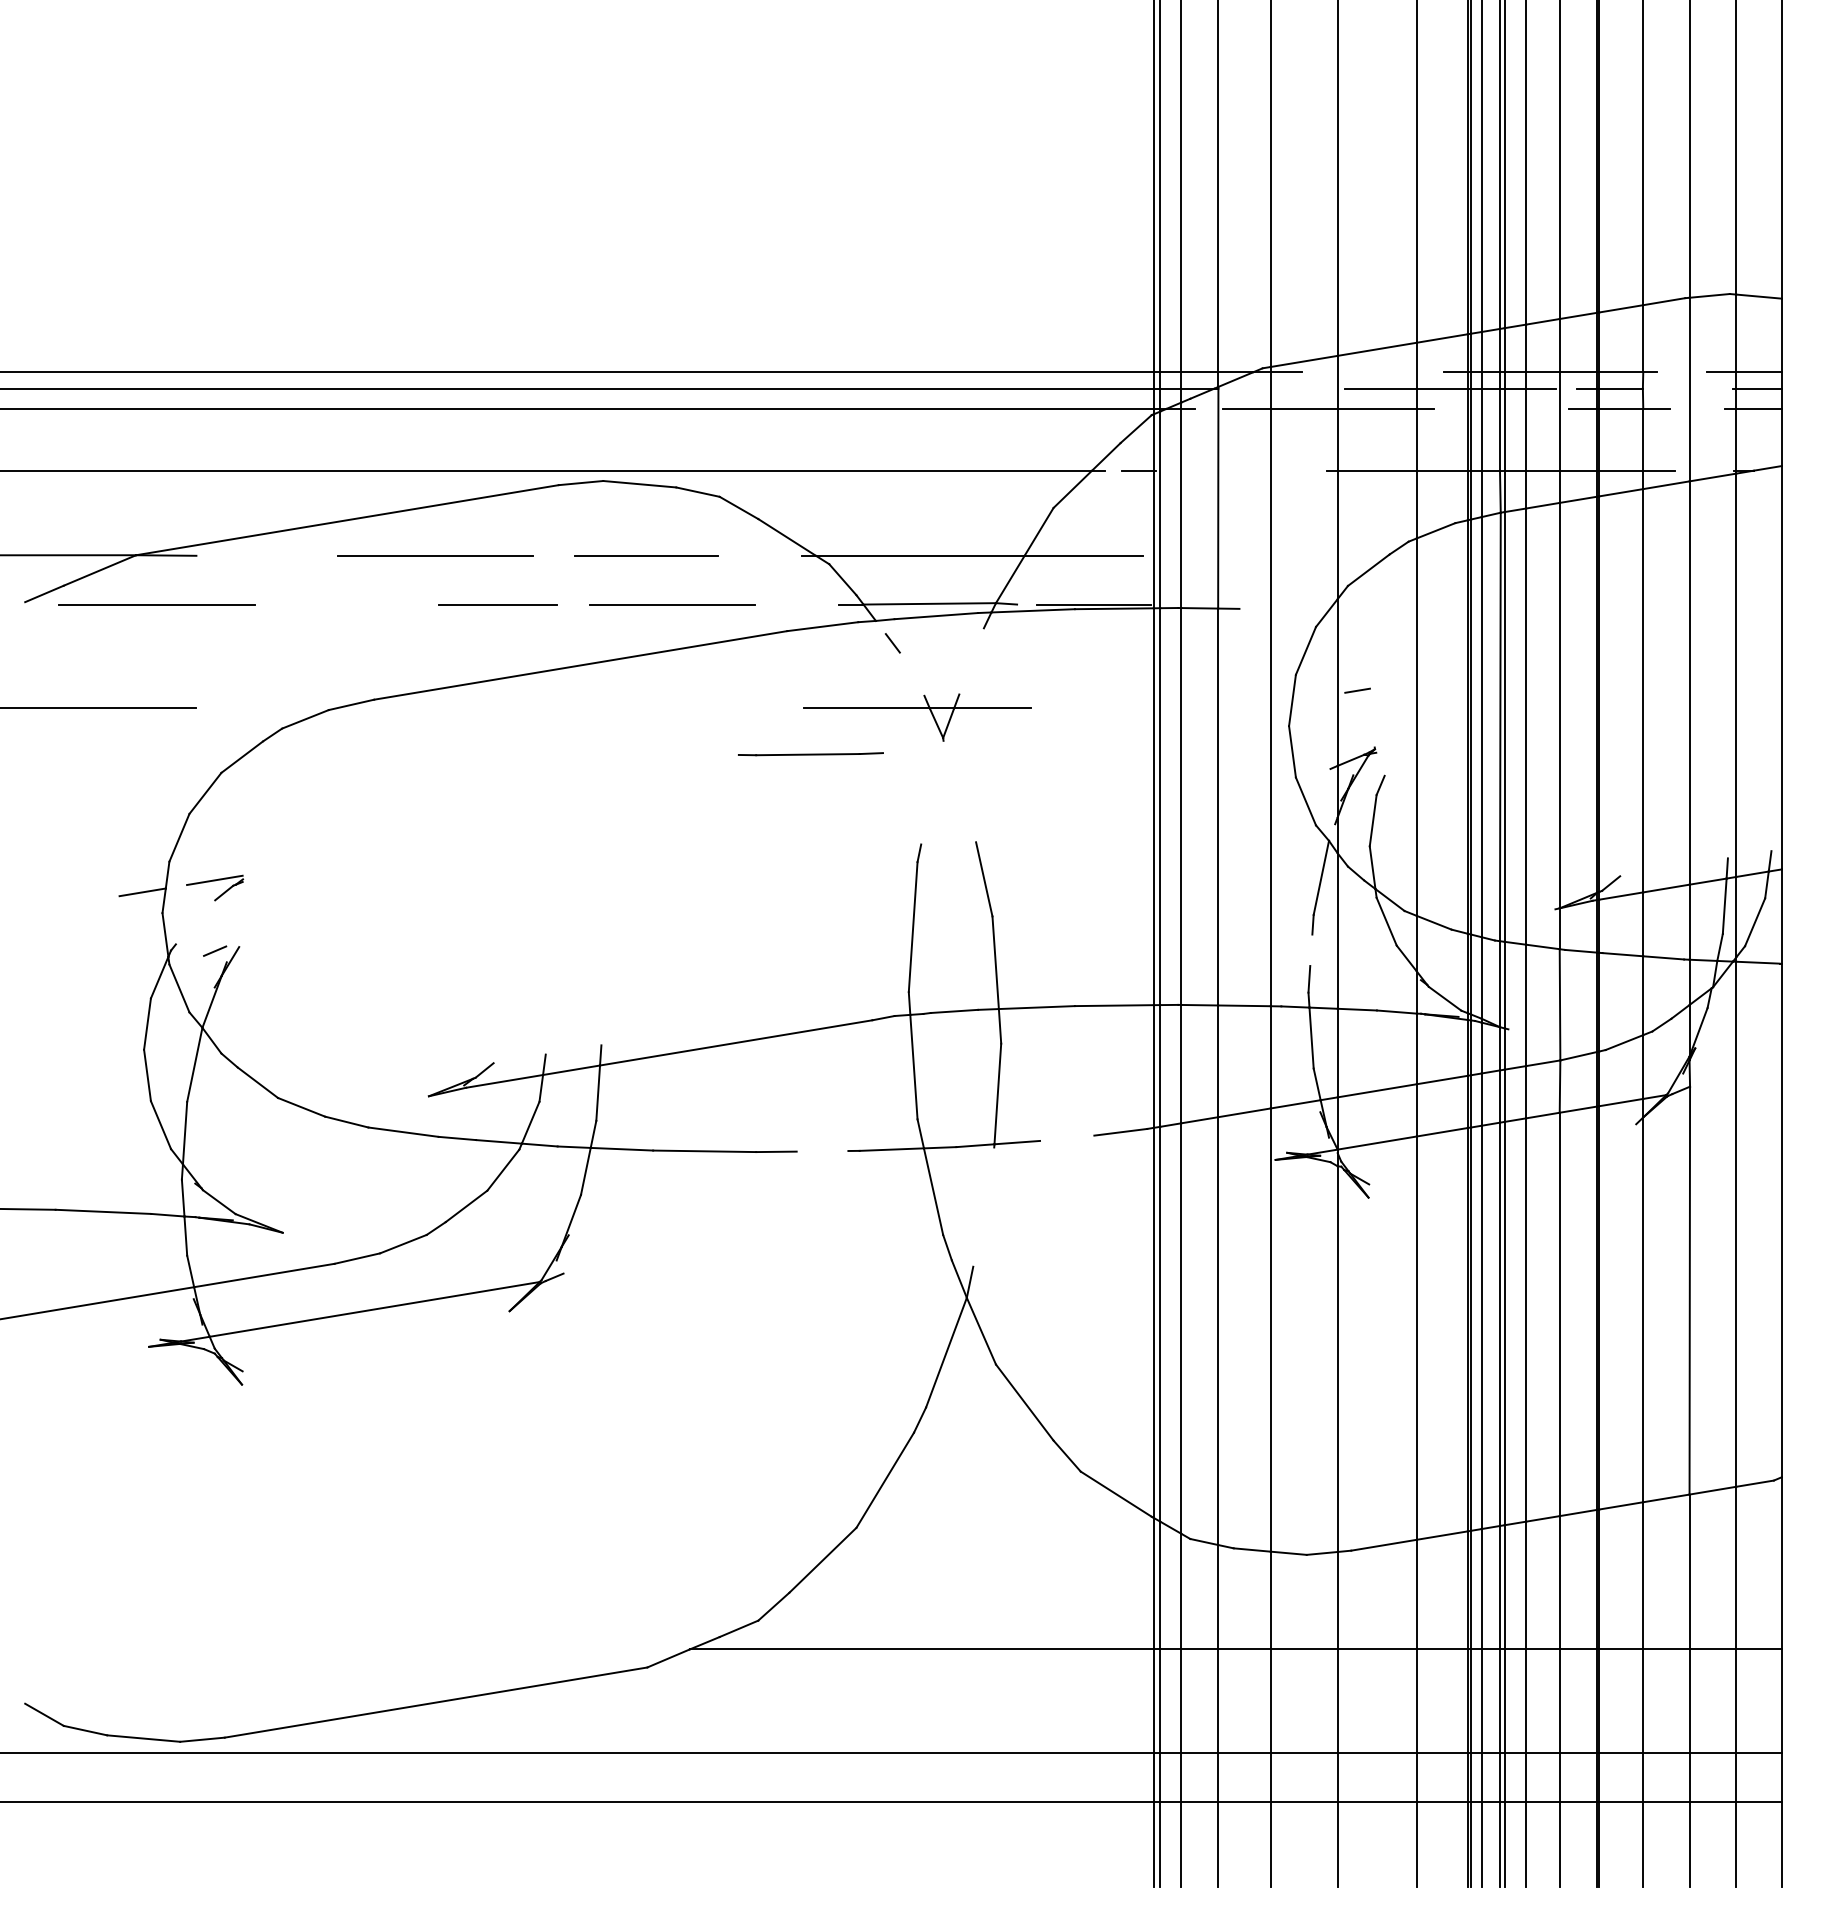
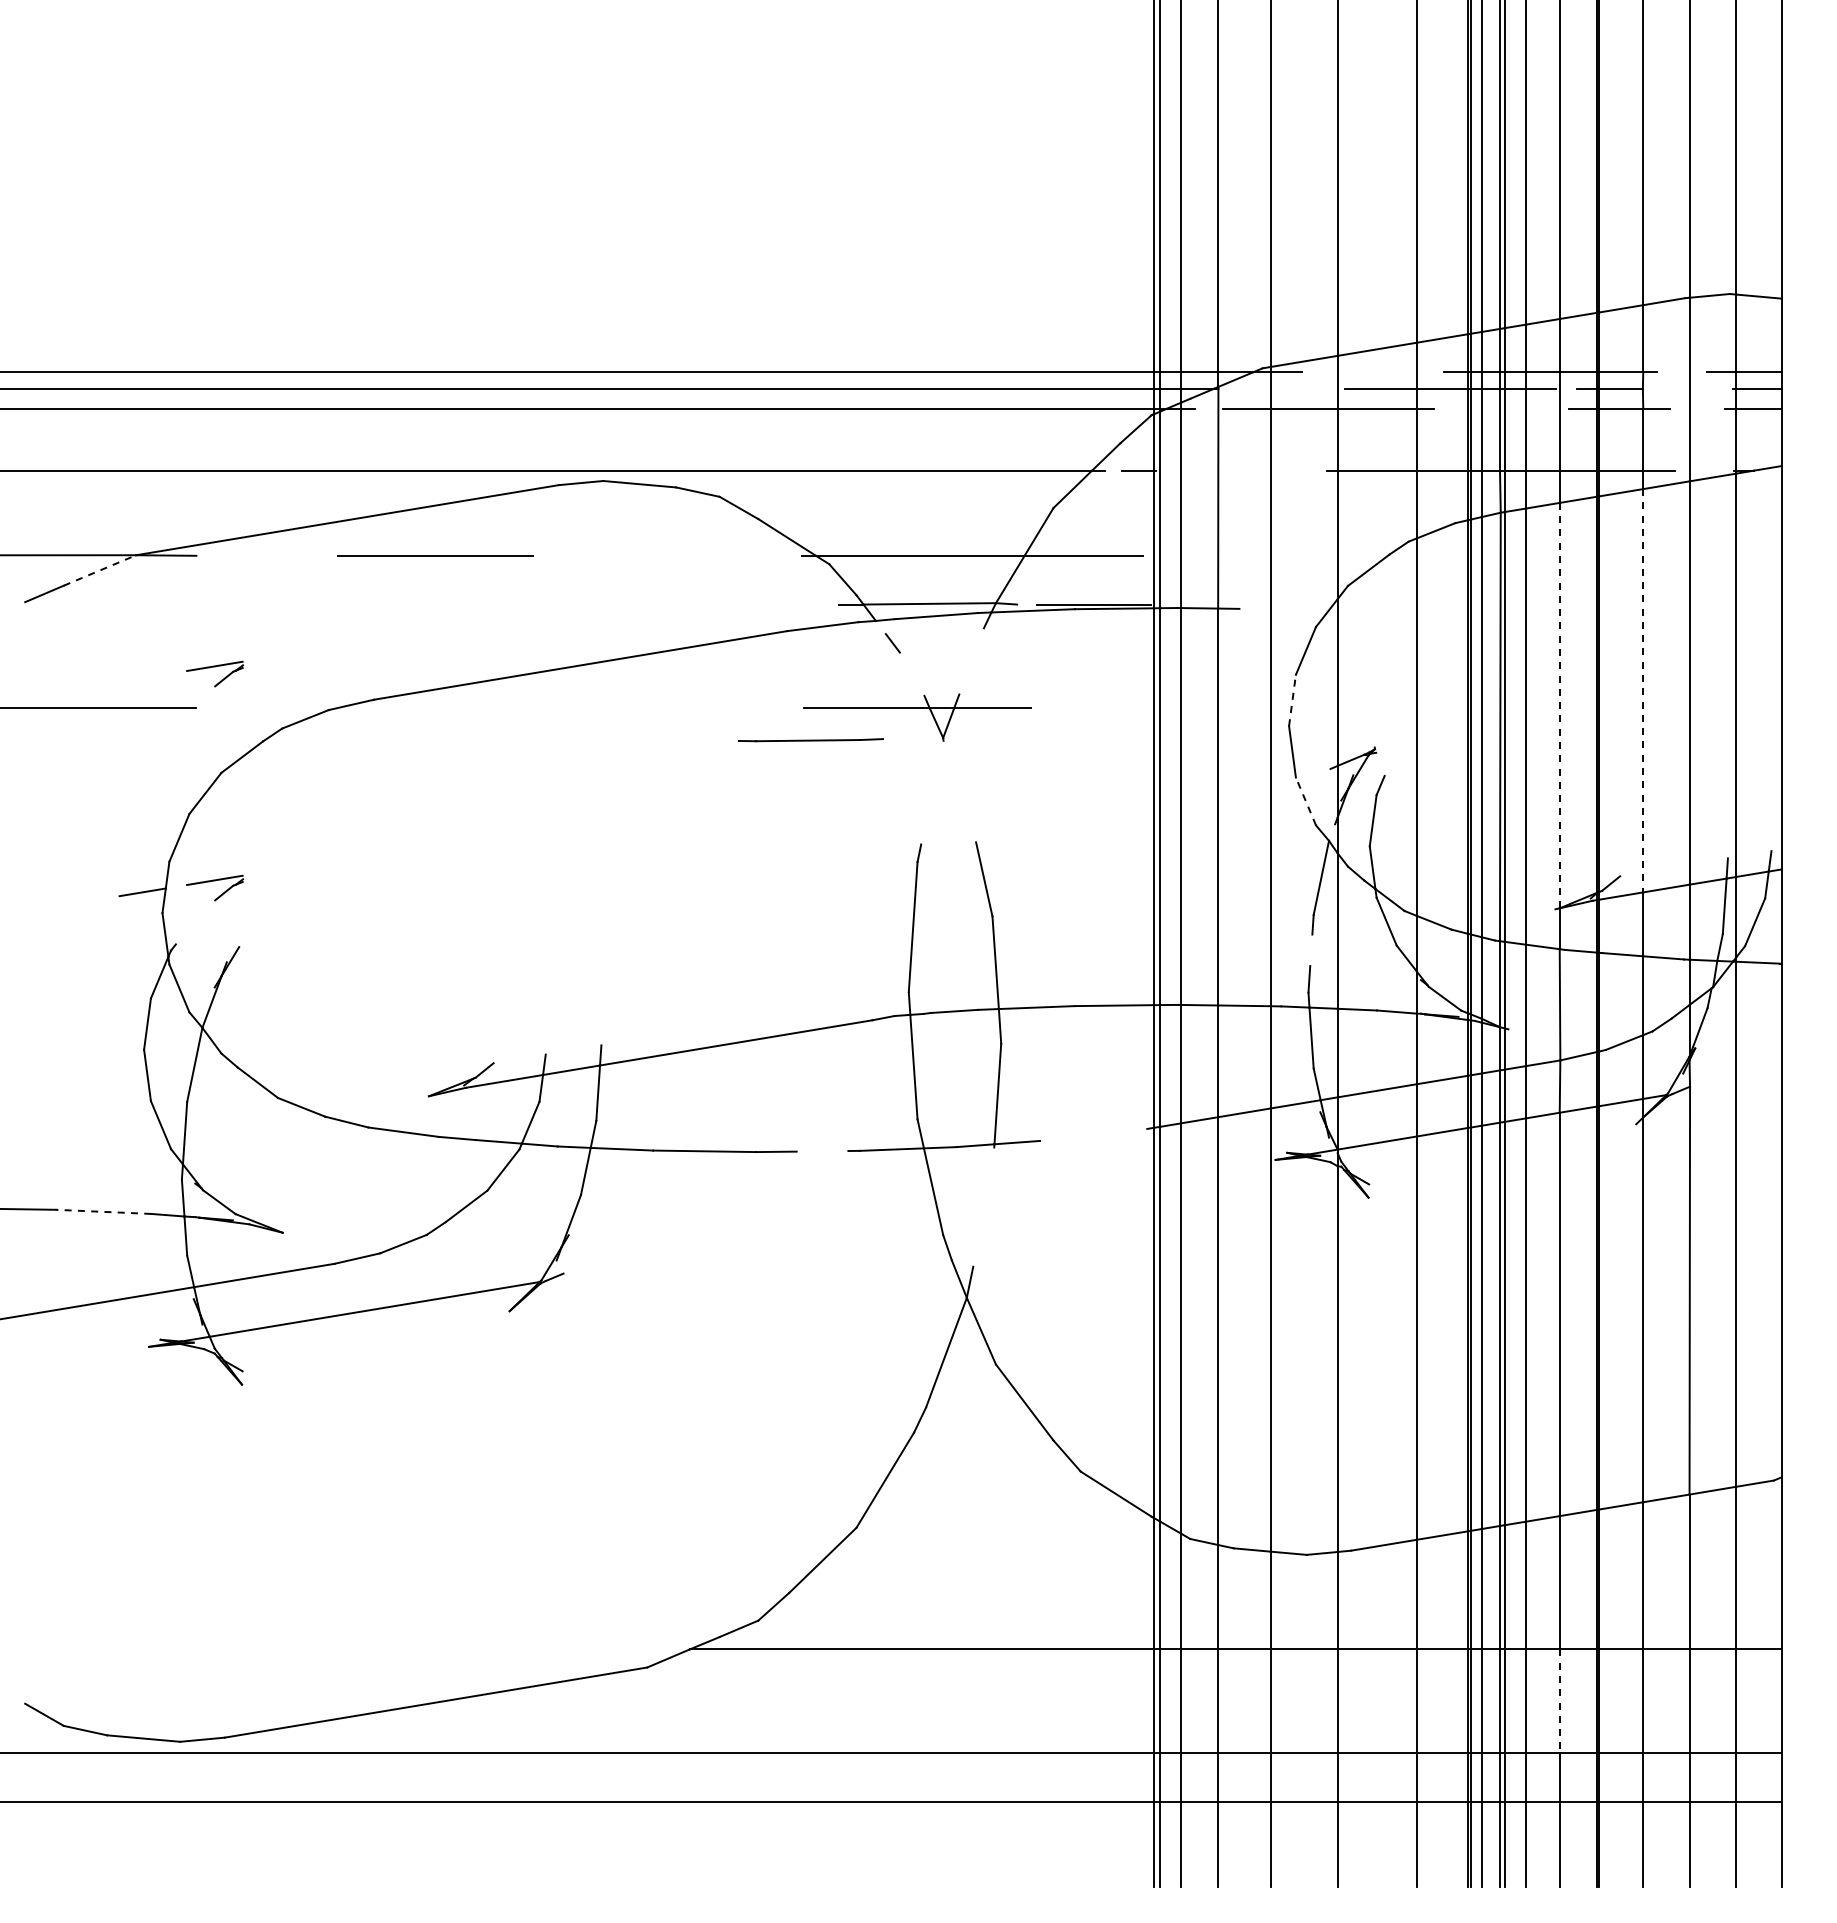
line at (646, 555): present -> none
line at (100, 570): solid -> dashed
line at (157, 604): present -> none
line at (497, 604): present -> none
line at (671, 604): present -> none
part at (215, 673): none -> present
line at (1357, 690): present -> none
line at (1643, 690): solid -> dashed
line at (1292, 700): solid -> dashed
line at (1559, 705): solid -> dashed
line at (810, 754) position: (810, 754) -> (810, 740)
line at (1305, 801): solid -> dashed
line at (215, 950): present -> none
line at (1120, 1131): present -> none
line at (103, 1211): solid -> dashed
line at (1559, 1701): solid -> dashed
